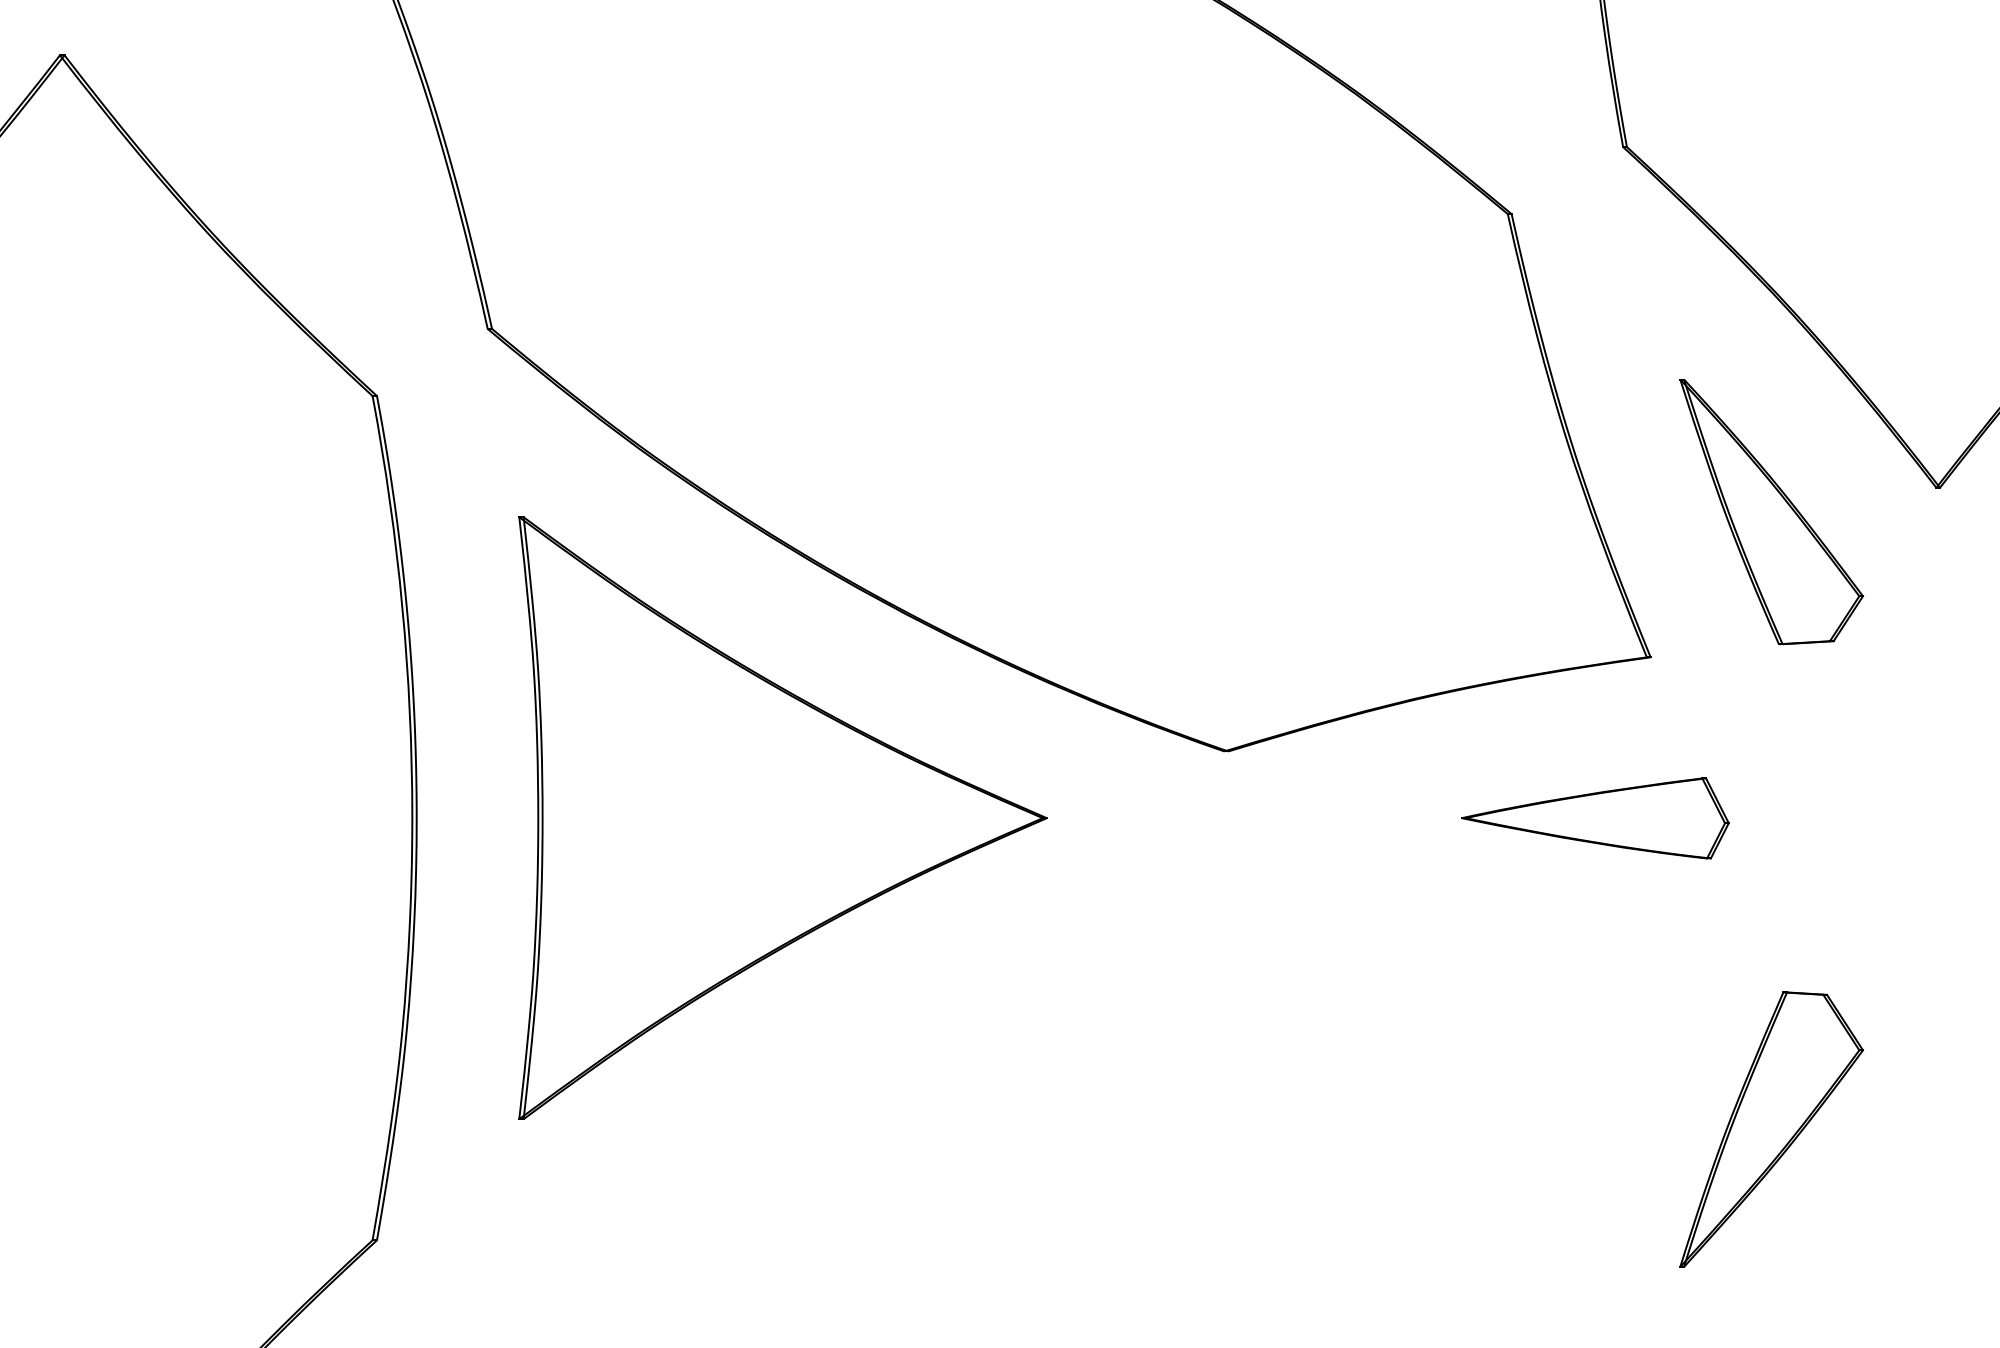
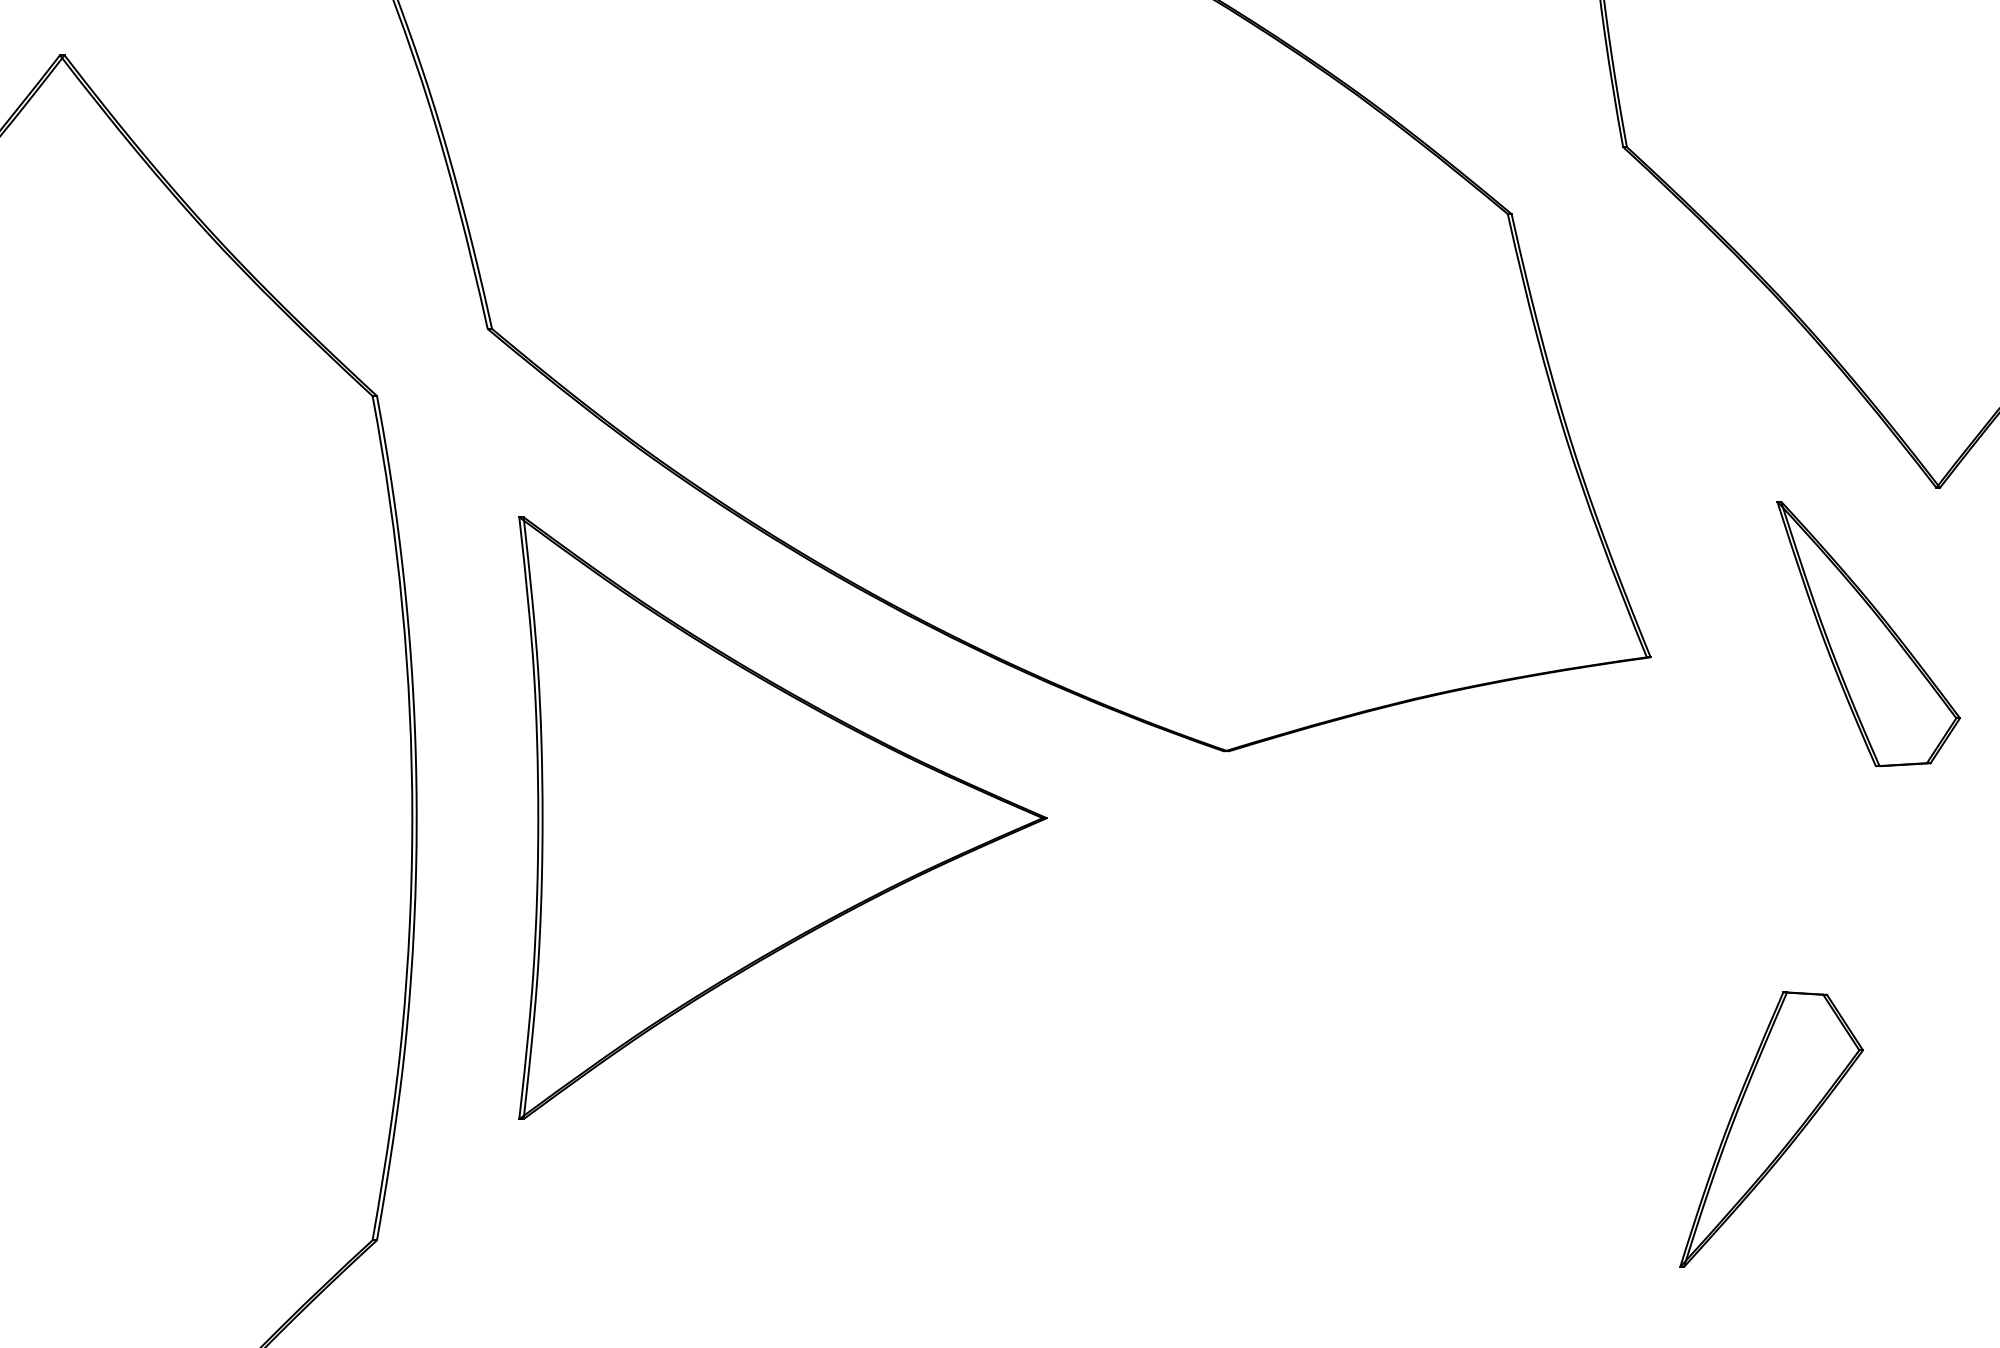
part at (1771, 512) position: (1771, 512) -> (1868, 634)
part at (1595, 818): present -> none
